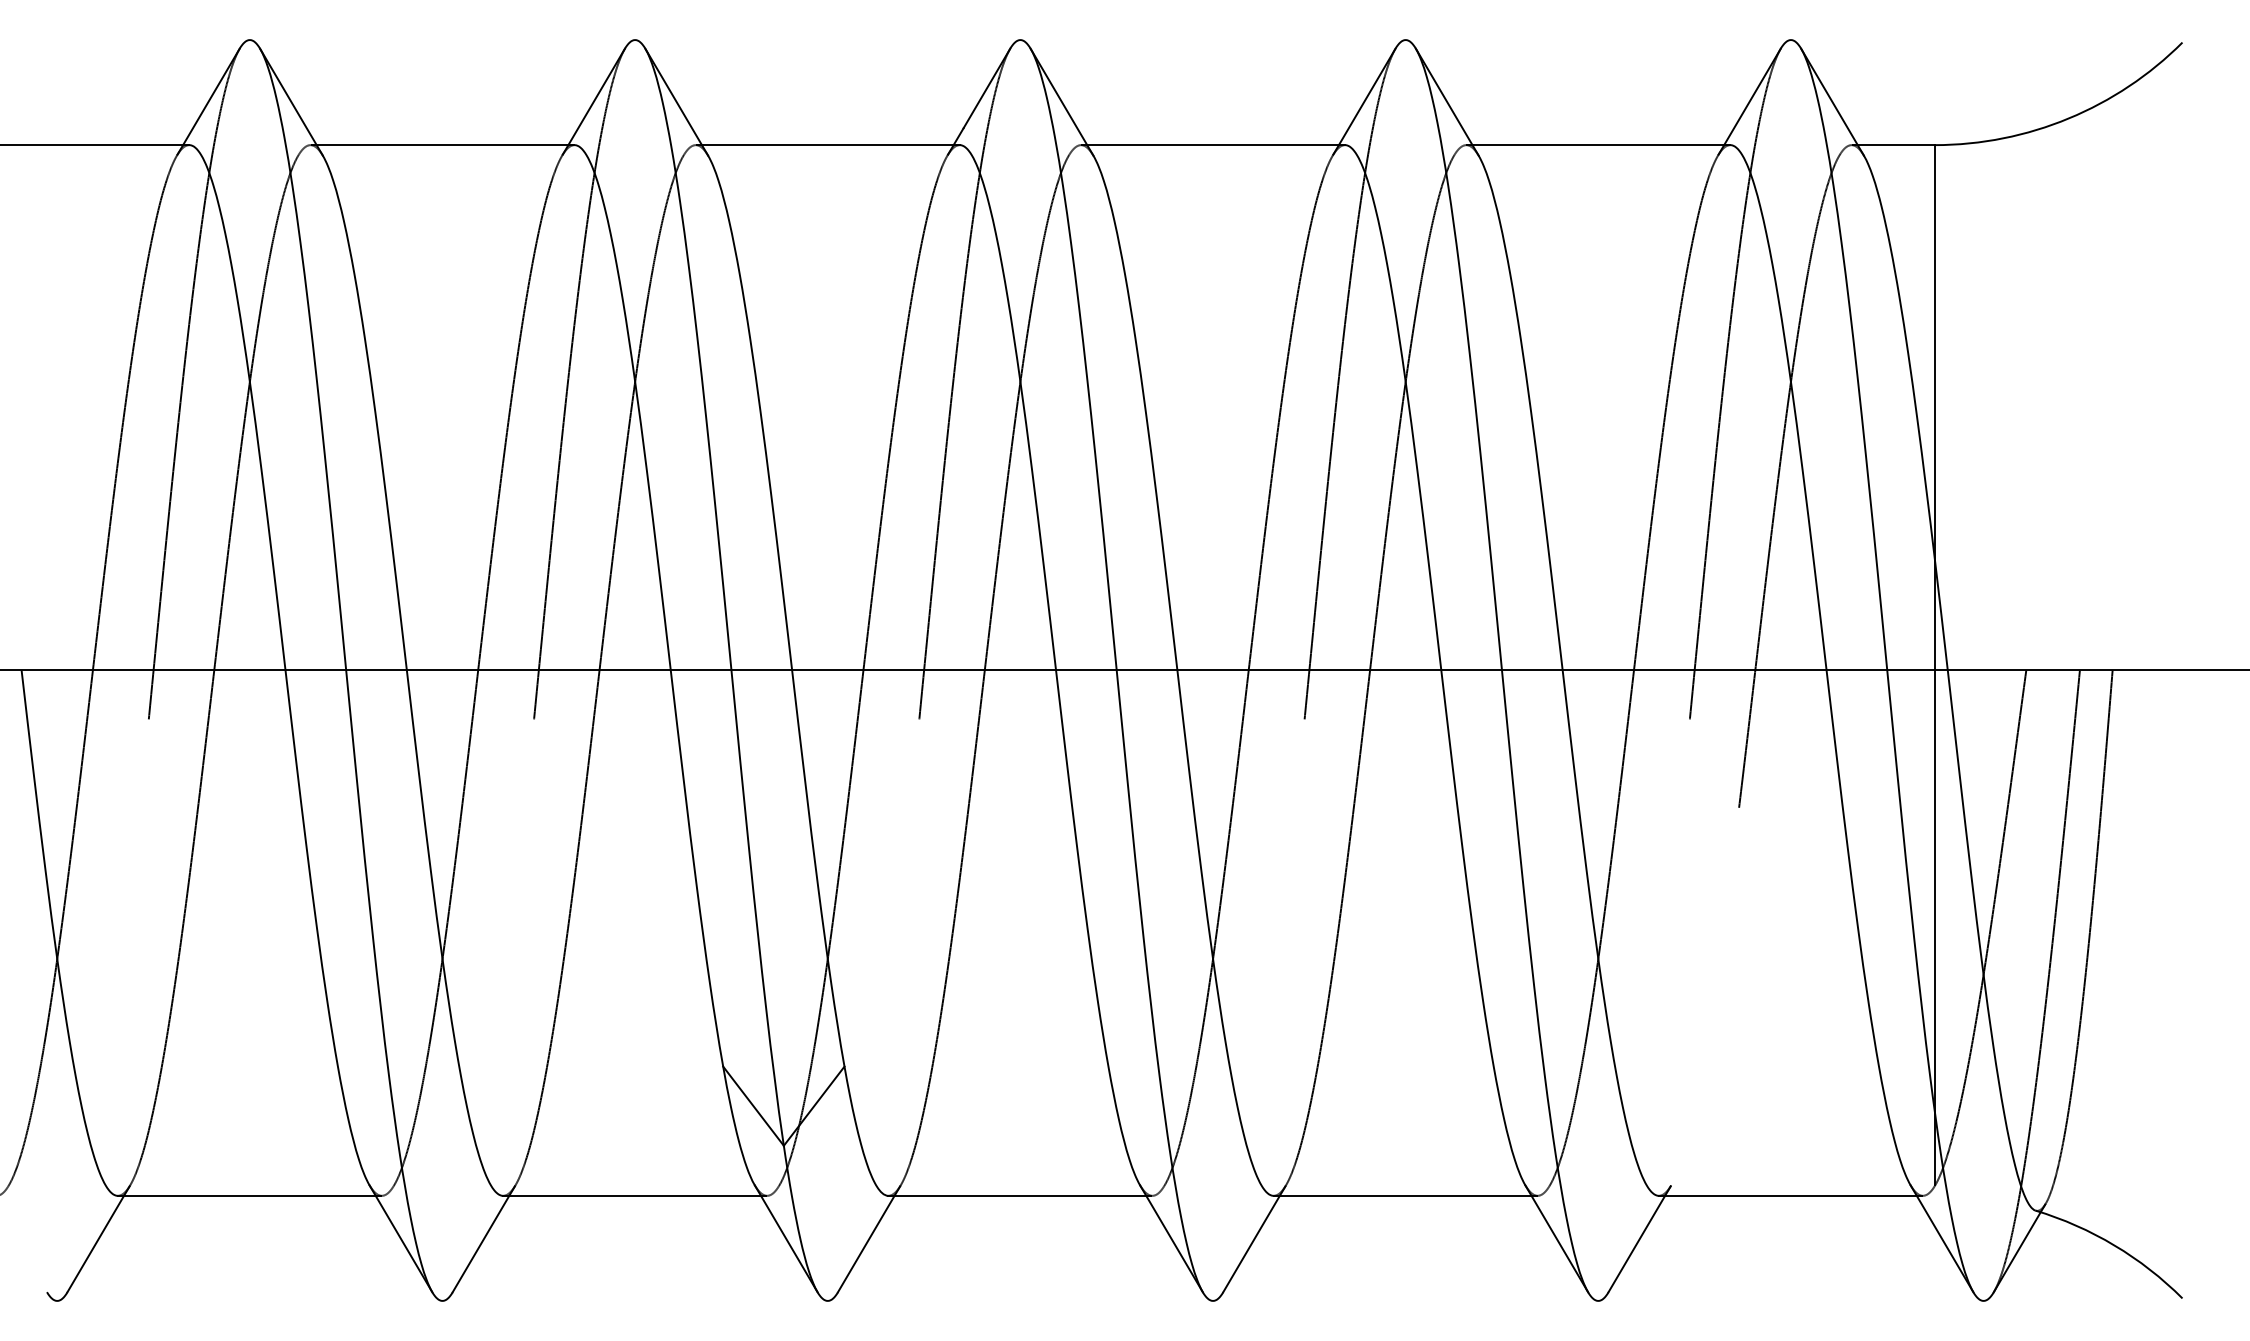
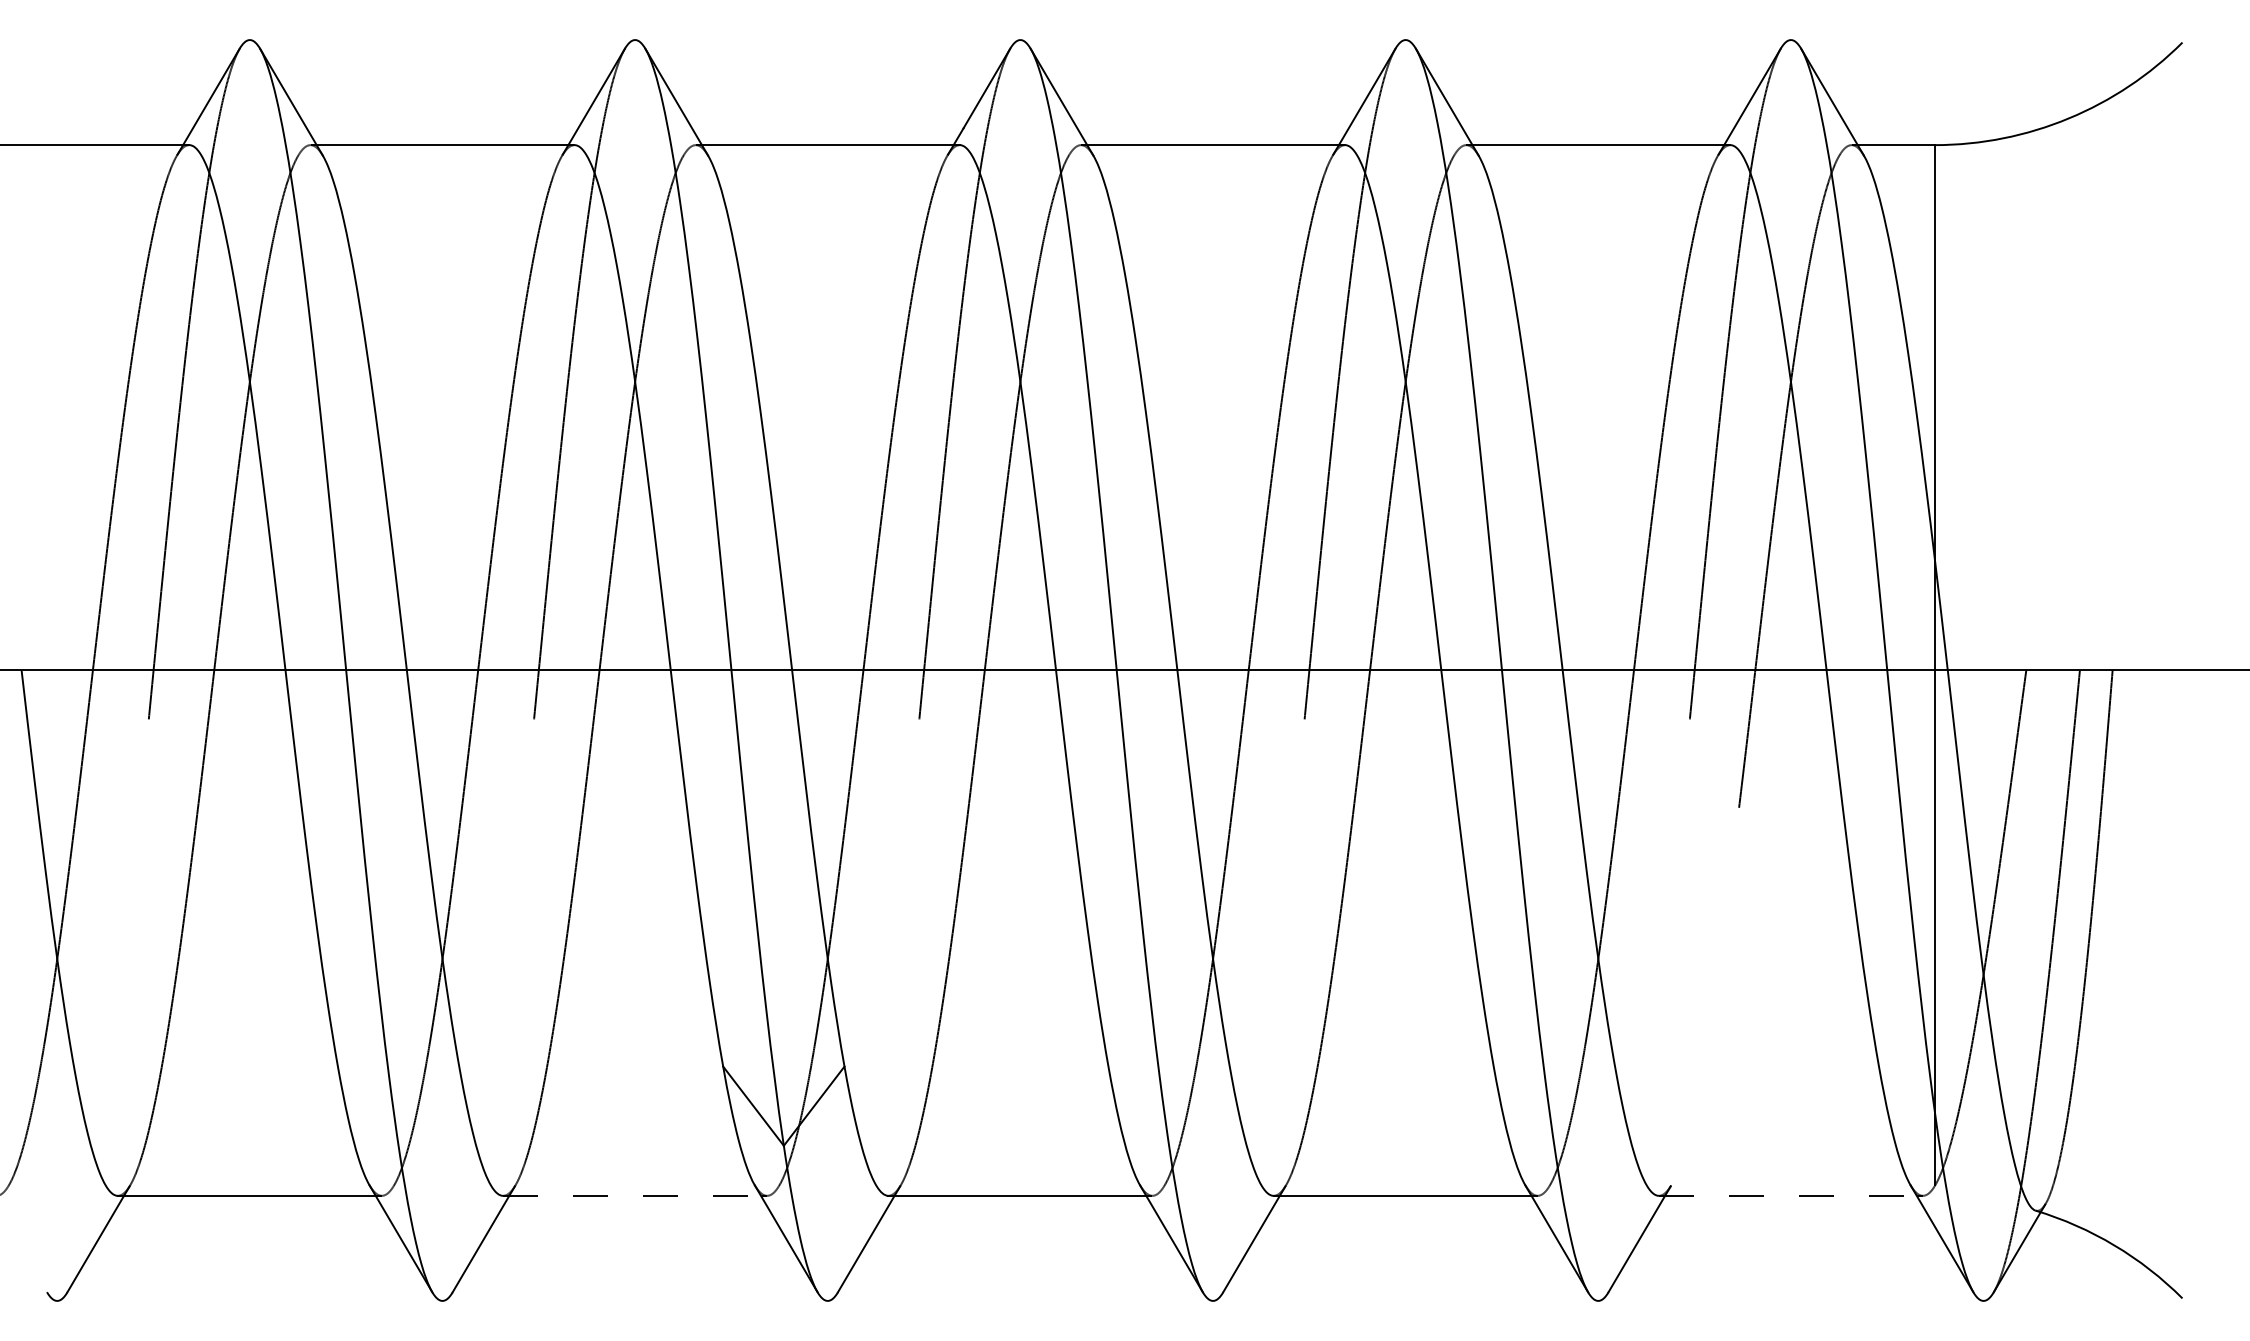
line at (632, 1195): solid -> dashed
line at (1787, 1195): solid -> dashed
